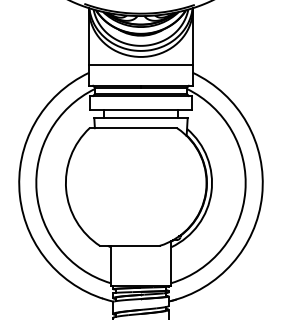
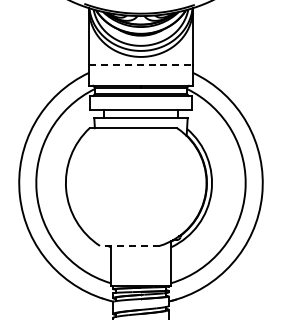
line at (141, 65): solid -> dashed
line at (129, 245): solid -> dashed
